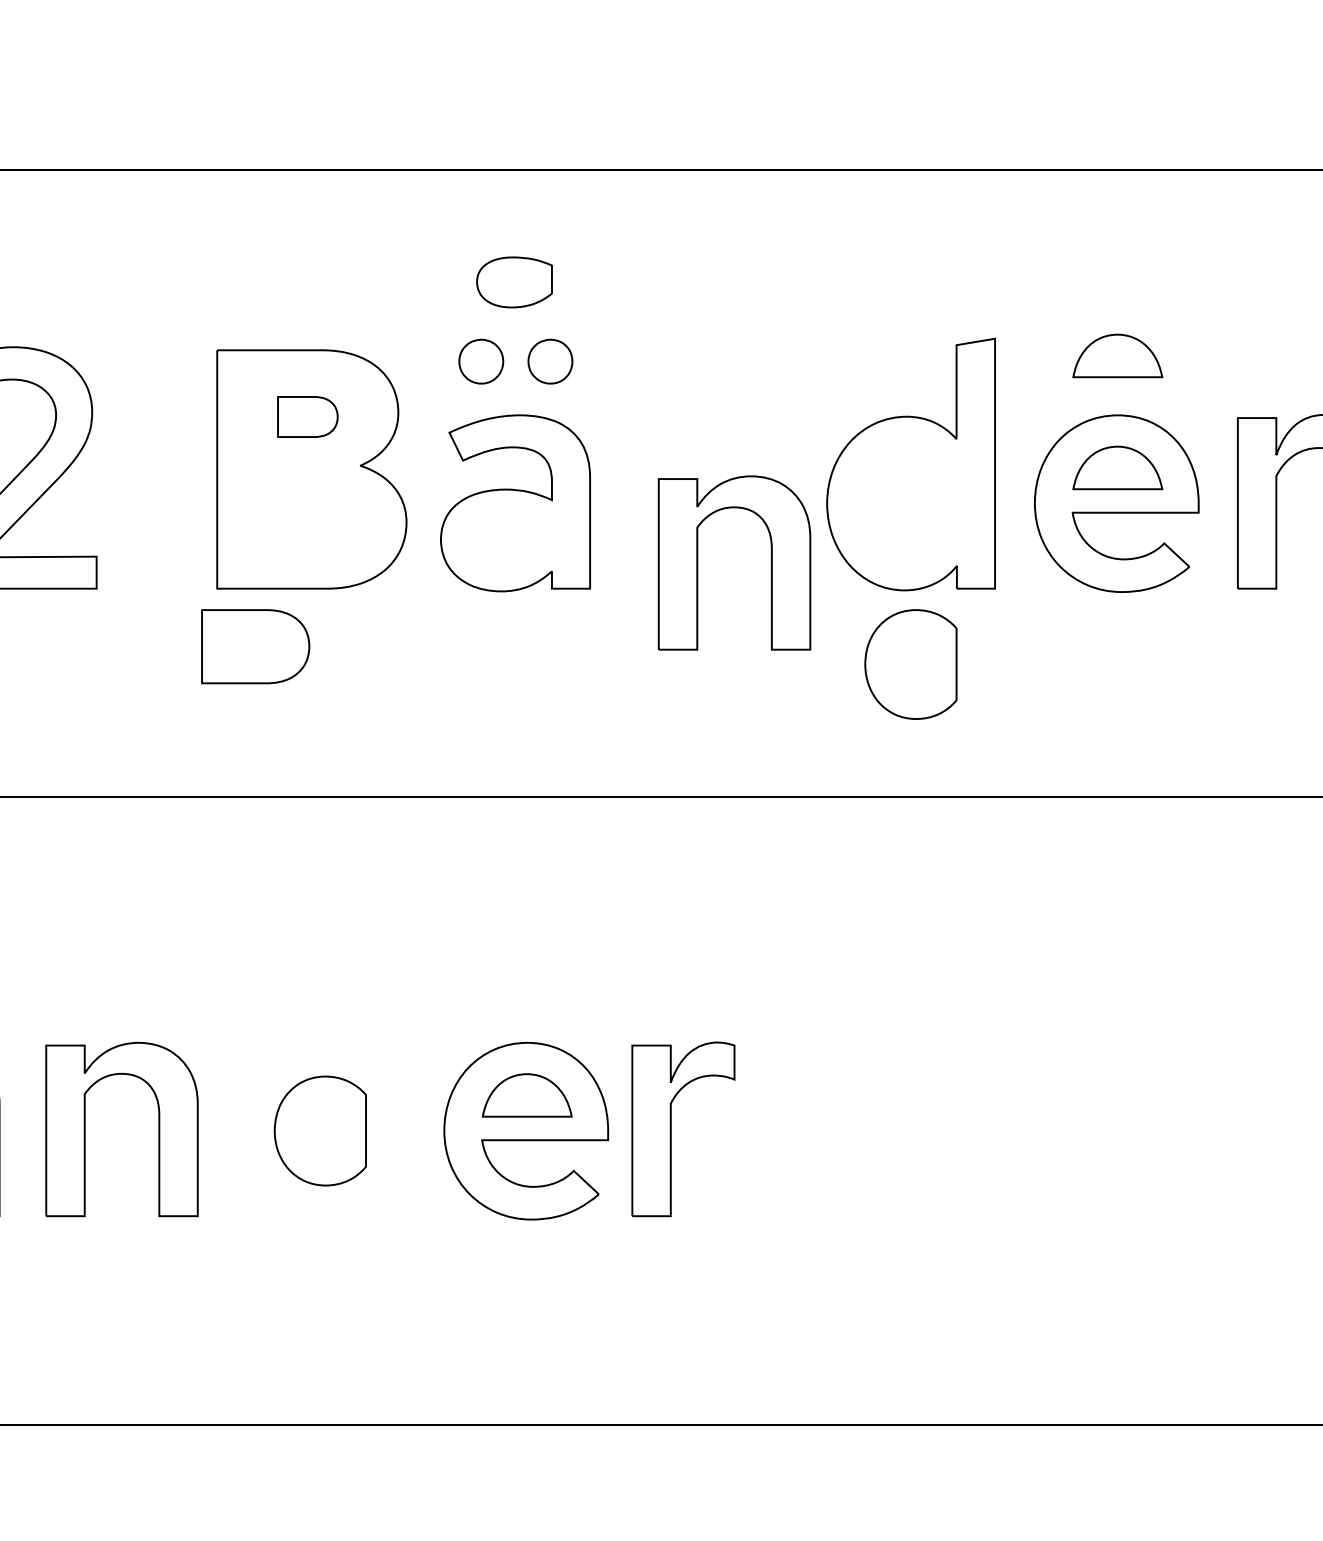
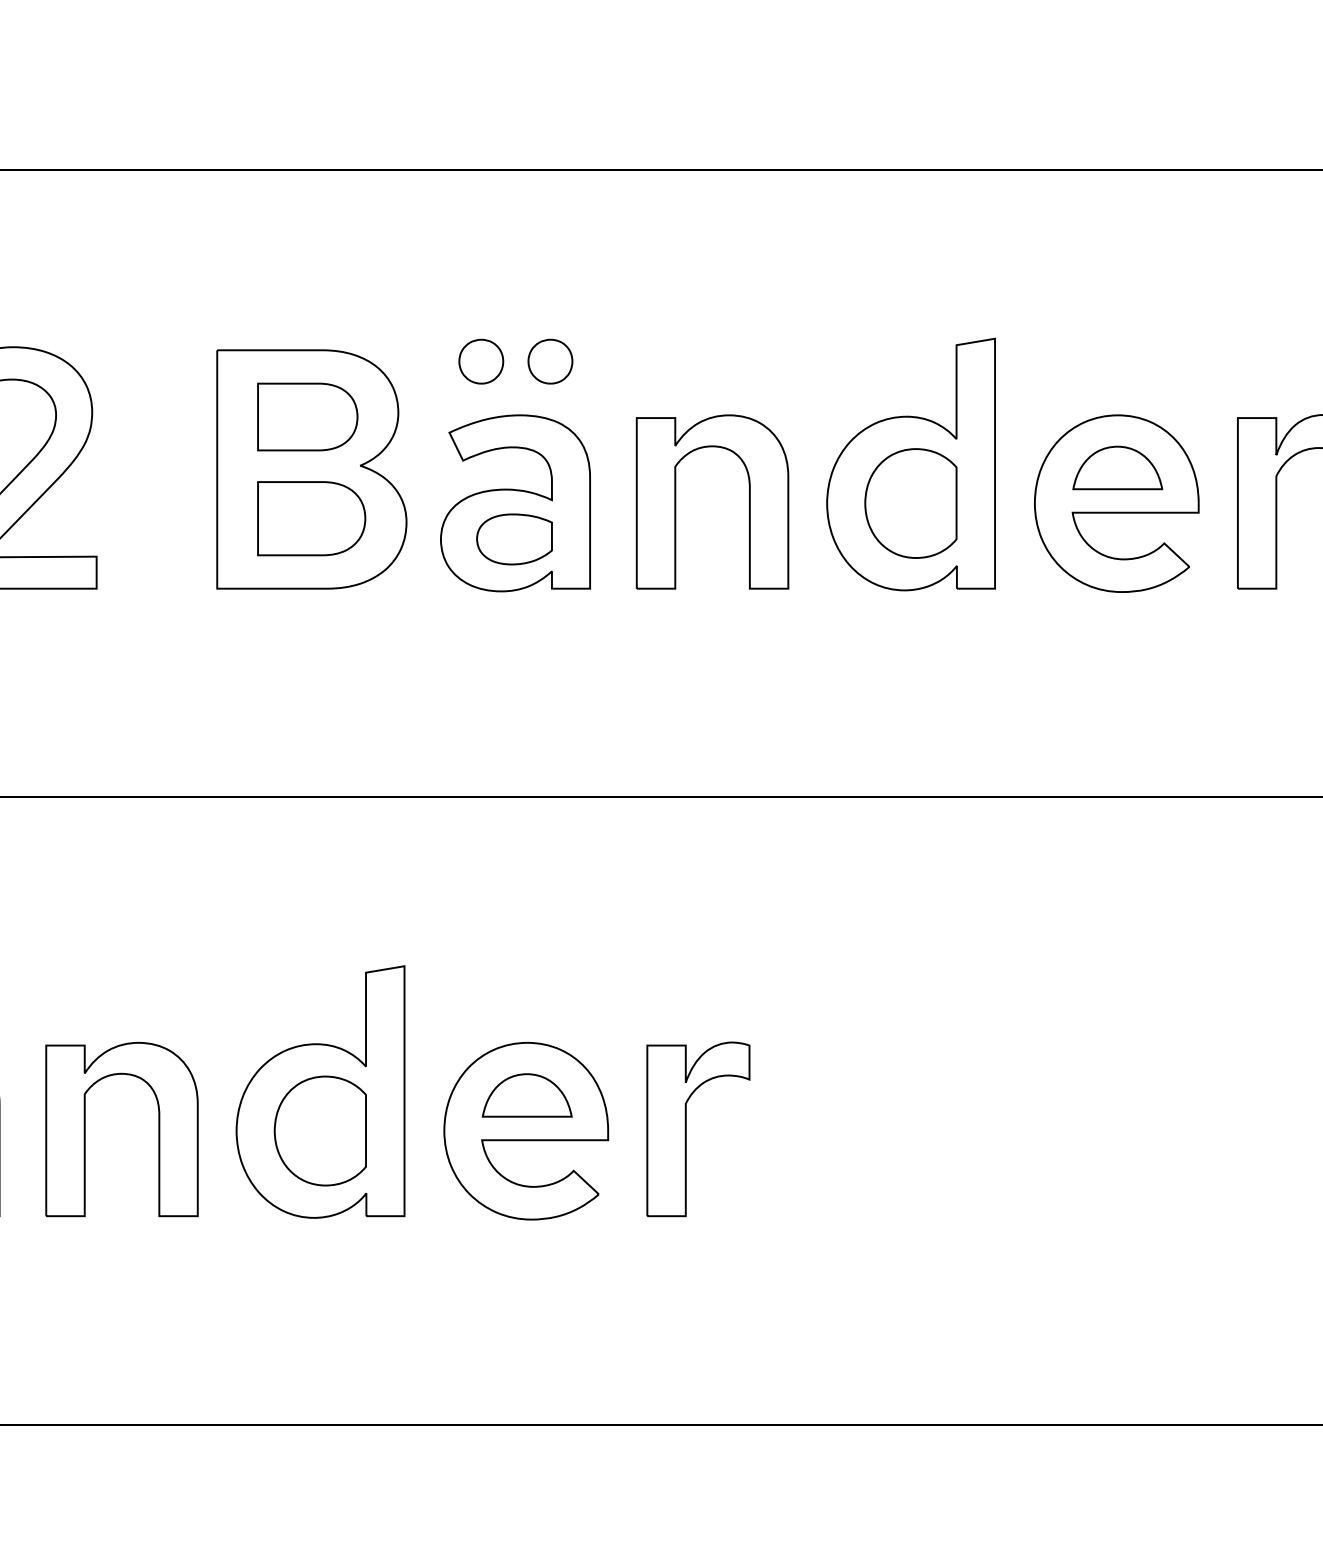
part at (514, 282) position: (514, 282) -> (514, 539)
part at (1117, 355): present -> none
part at (307, 416) size: 62x42 px -> 102x70 px
part at (698, 562) position: (698, 562) -> (676, 501)
part at (255, 646) position: (255, 646) -> (311, 518)
part at (910, 664) position: (910, 664) -> (910, 503)
part at (320, 1091): none -> present
part at (671, 1129) position: (671, 1129) -> (686, 1129)
